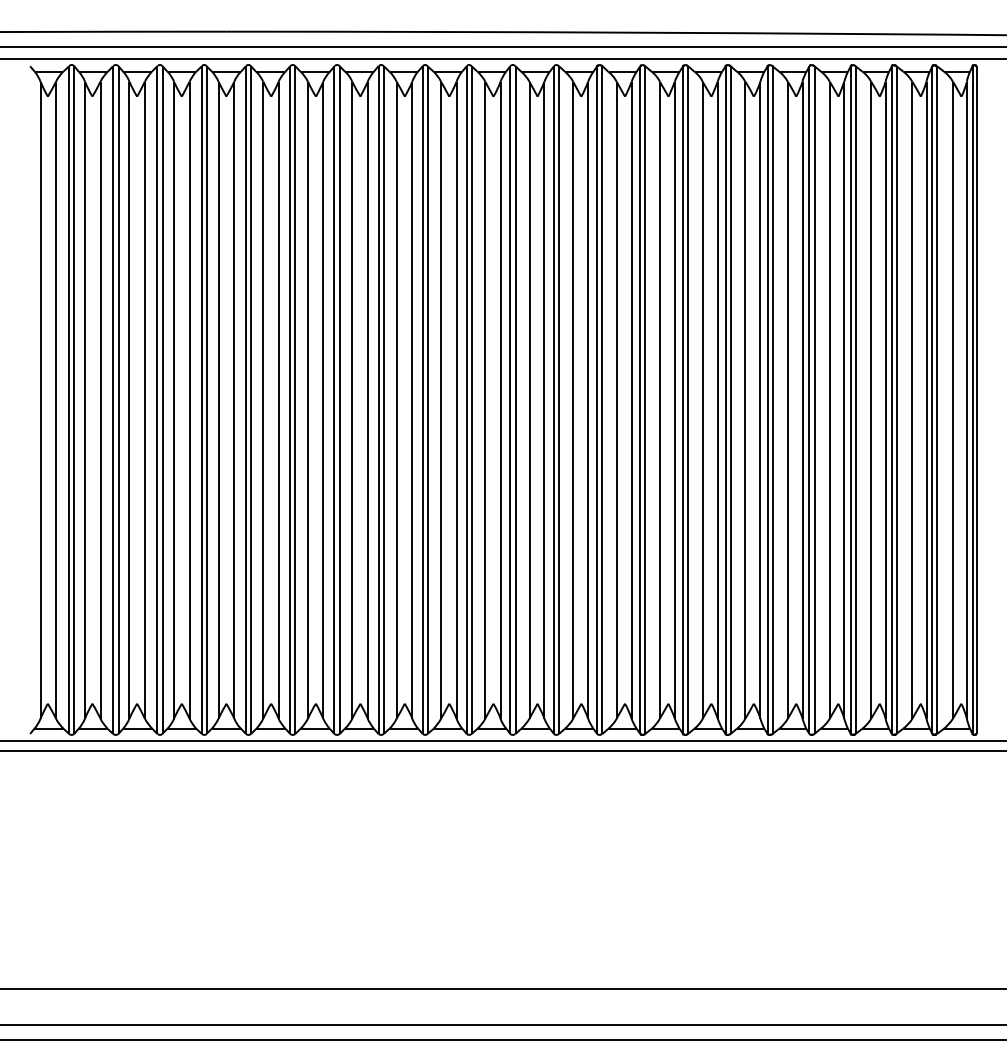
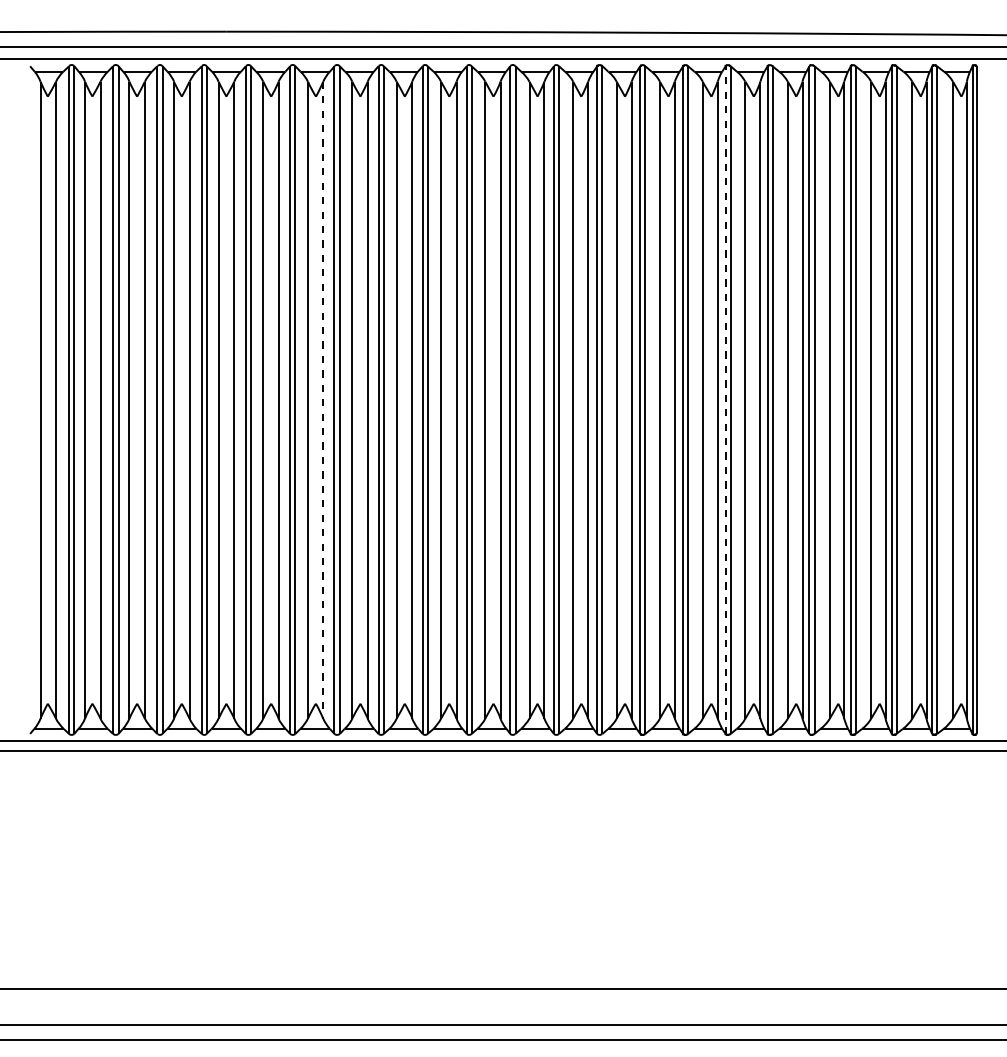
line at (323, 400): solid -> dashed
line at (725, 400): solid -> dashed
